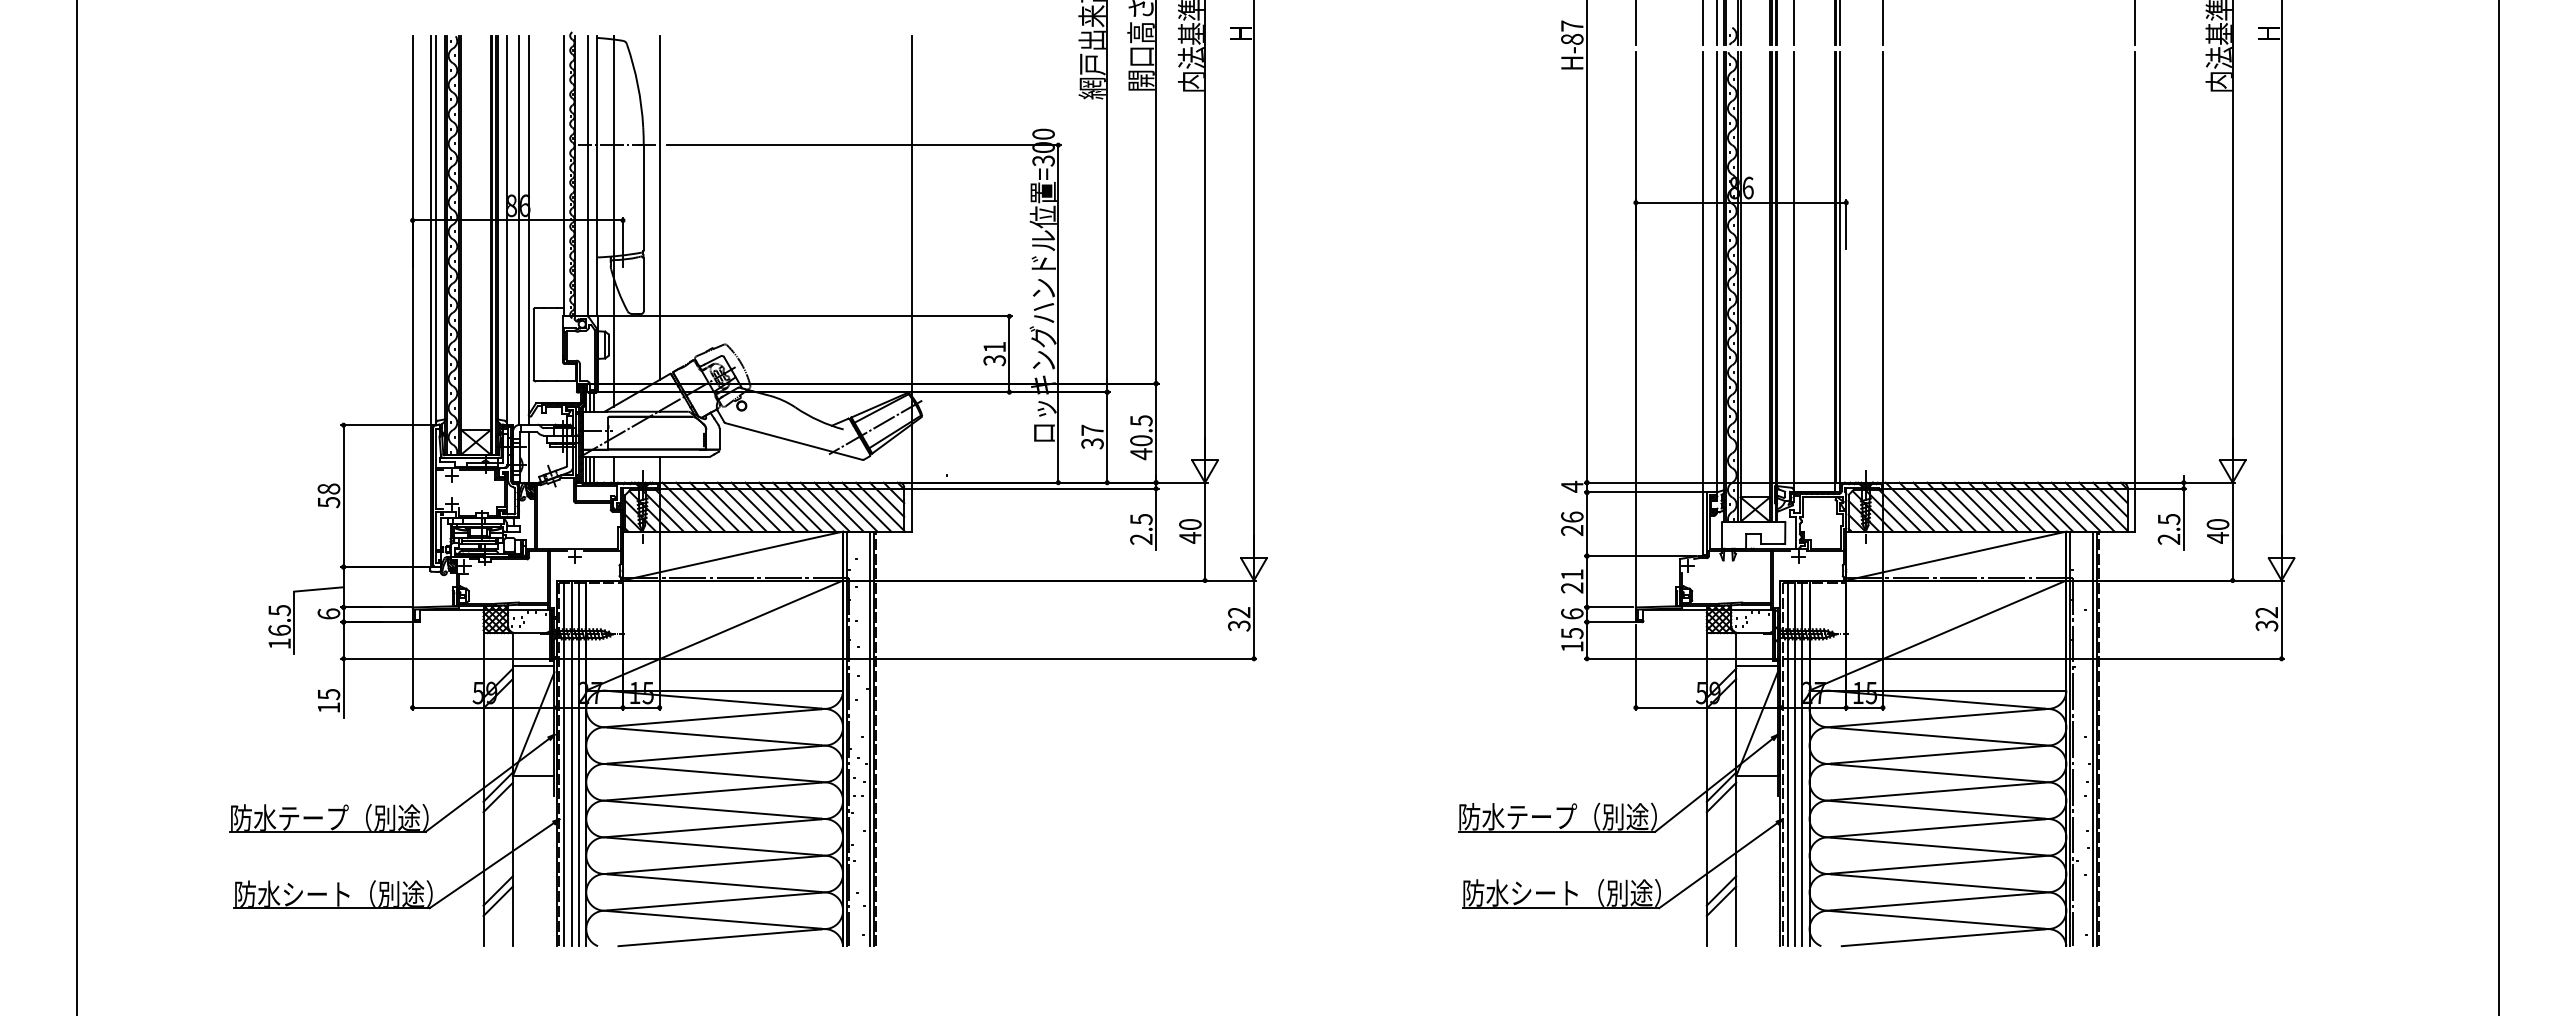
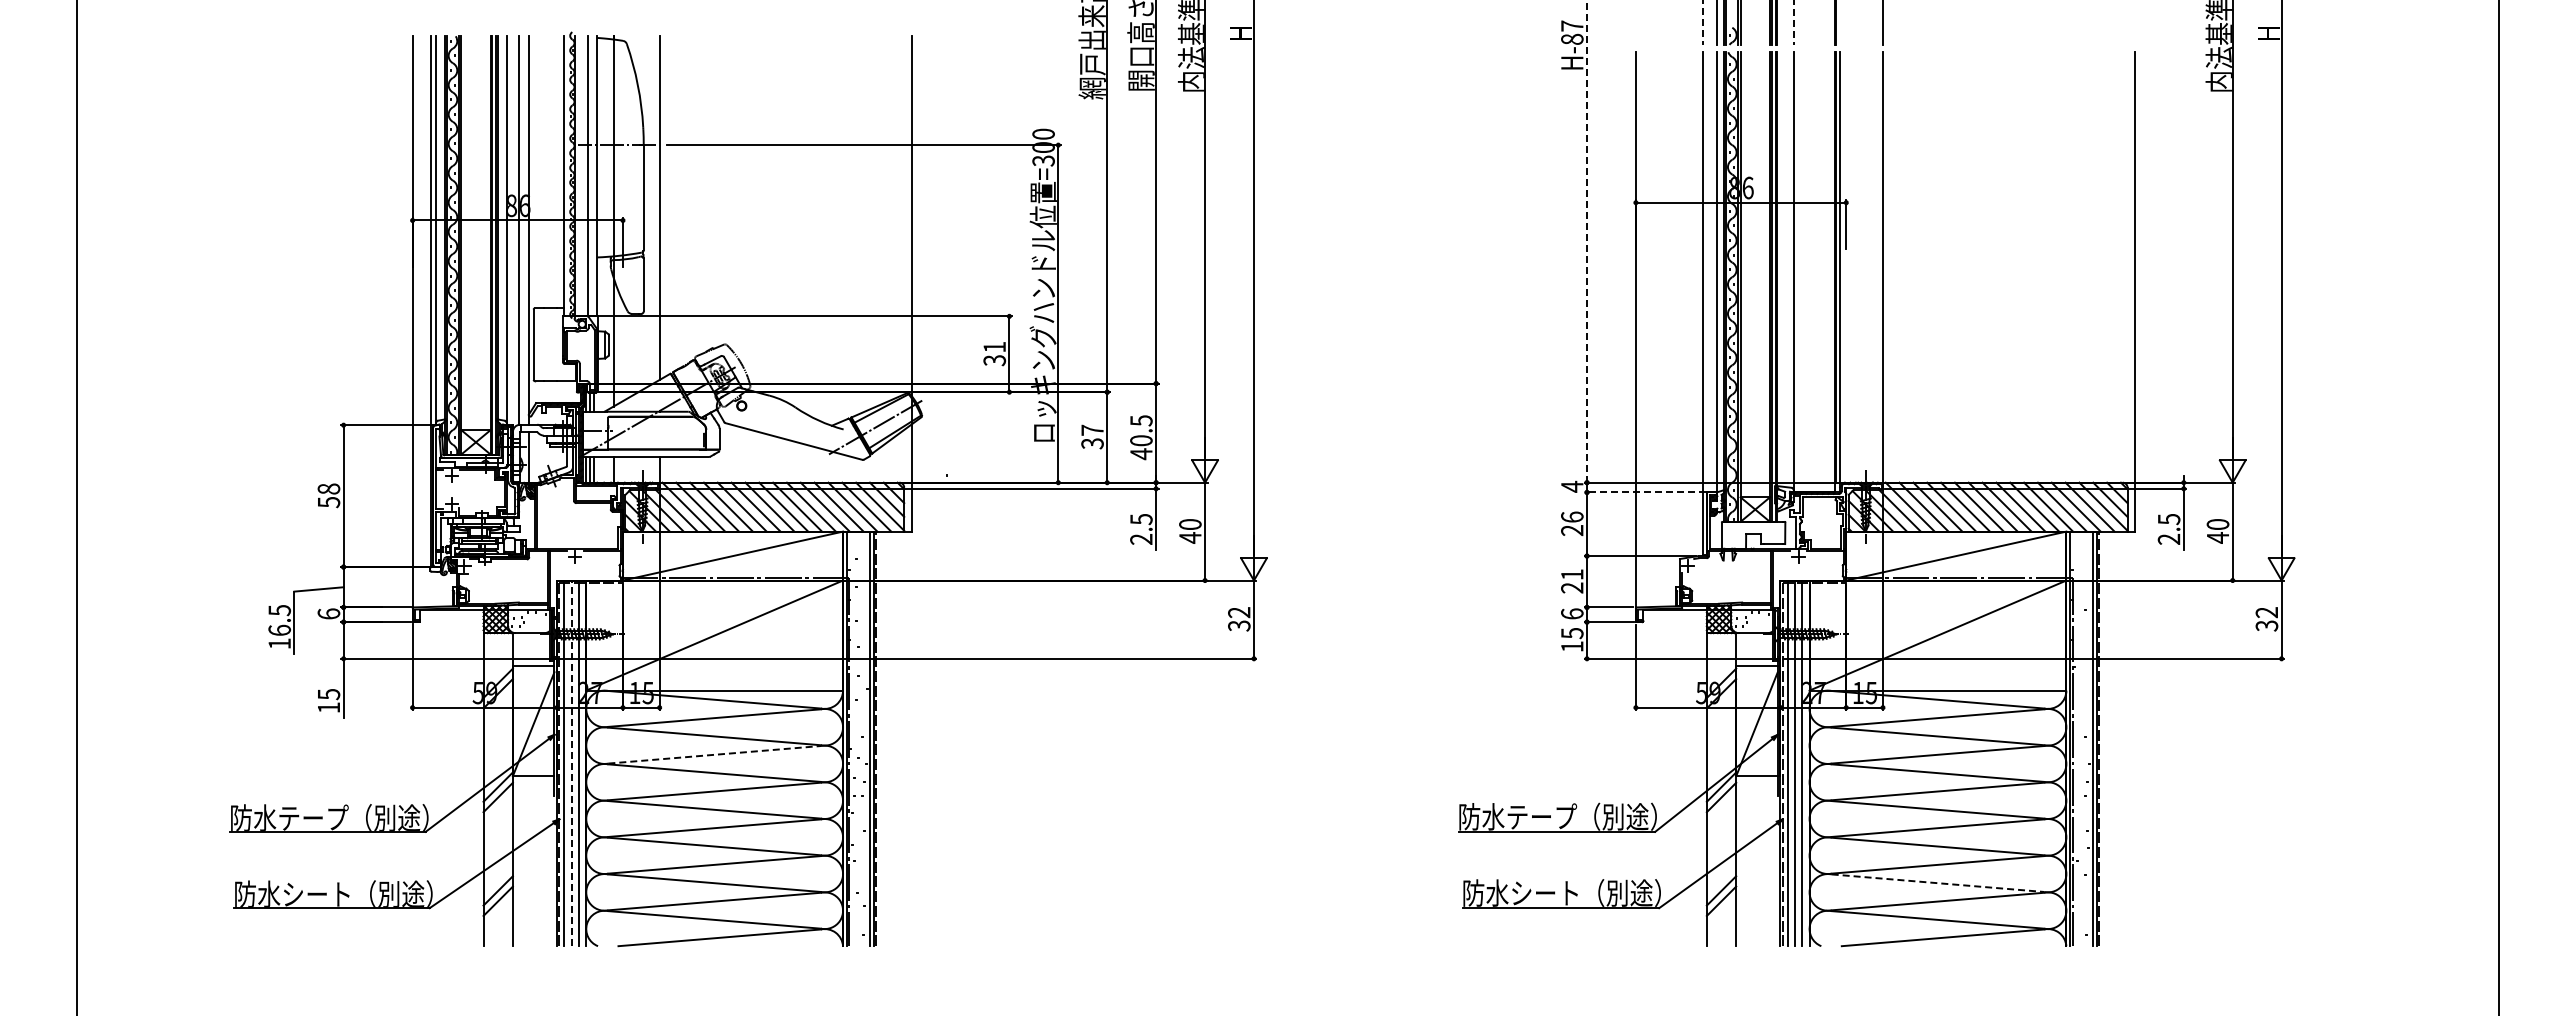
line at (1703, 22): solid -> dashed
line at (1793, 22): solid -> dashed
line at (1635, 23): present -> none
line at (1840, 23): present -> none
line at (2134, 23): present -> none
line at (1587, 241): solid -> dashed
line at (1645, 492): solid -> dashed
line at (714, 754): solid -> dashed
line at (571, 763): solid -> dashed
line at (1937, 883): solid -> dashed
